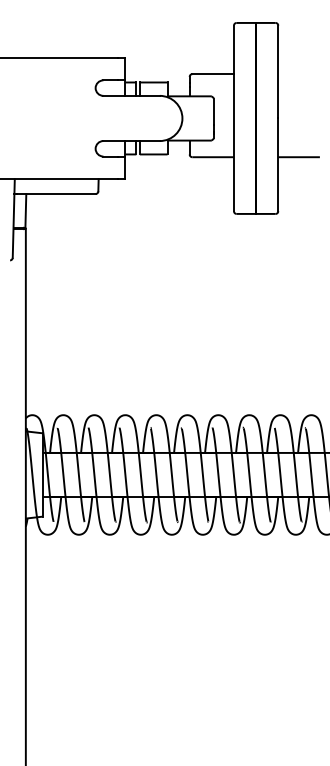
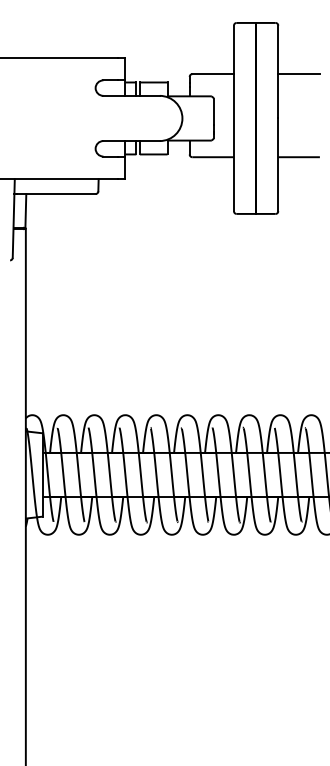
line at (298, 74): none -> present
